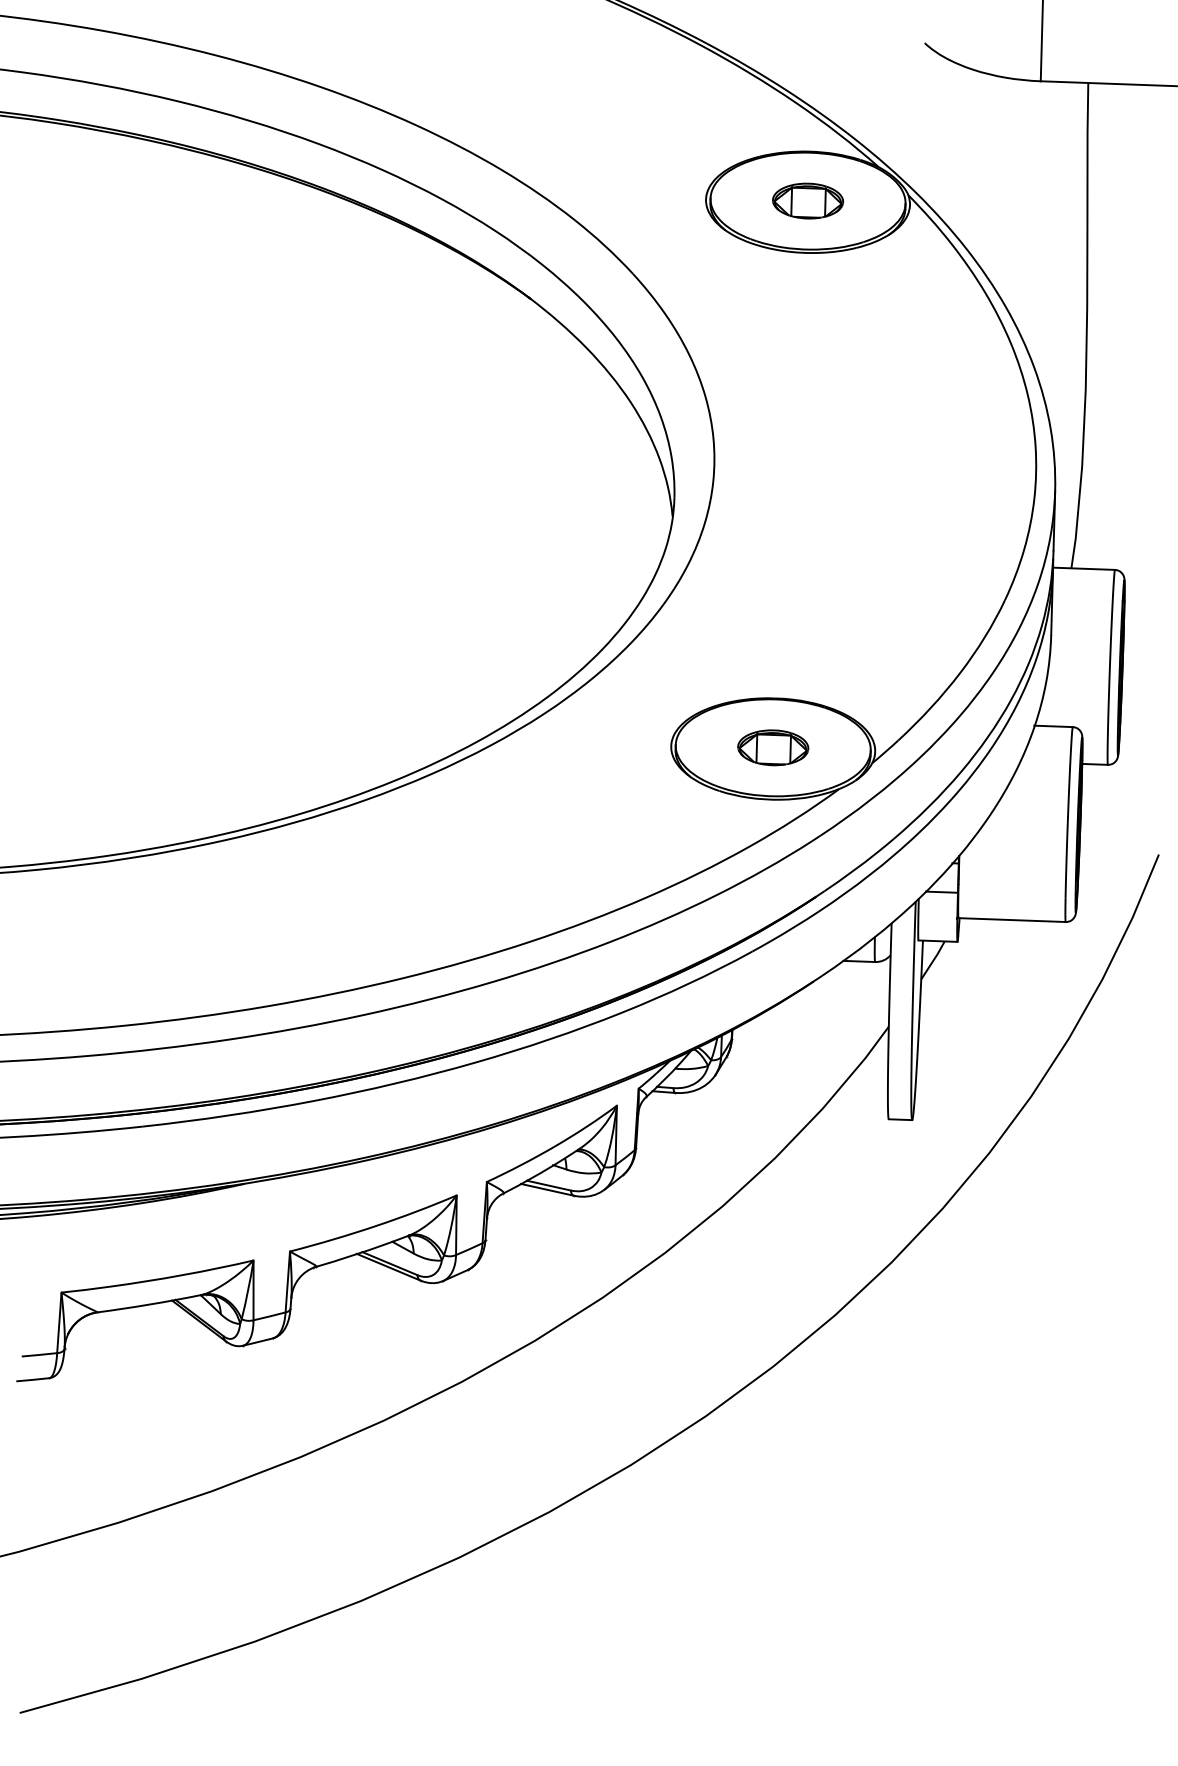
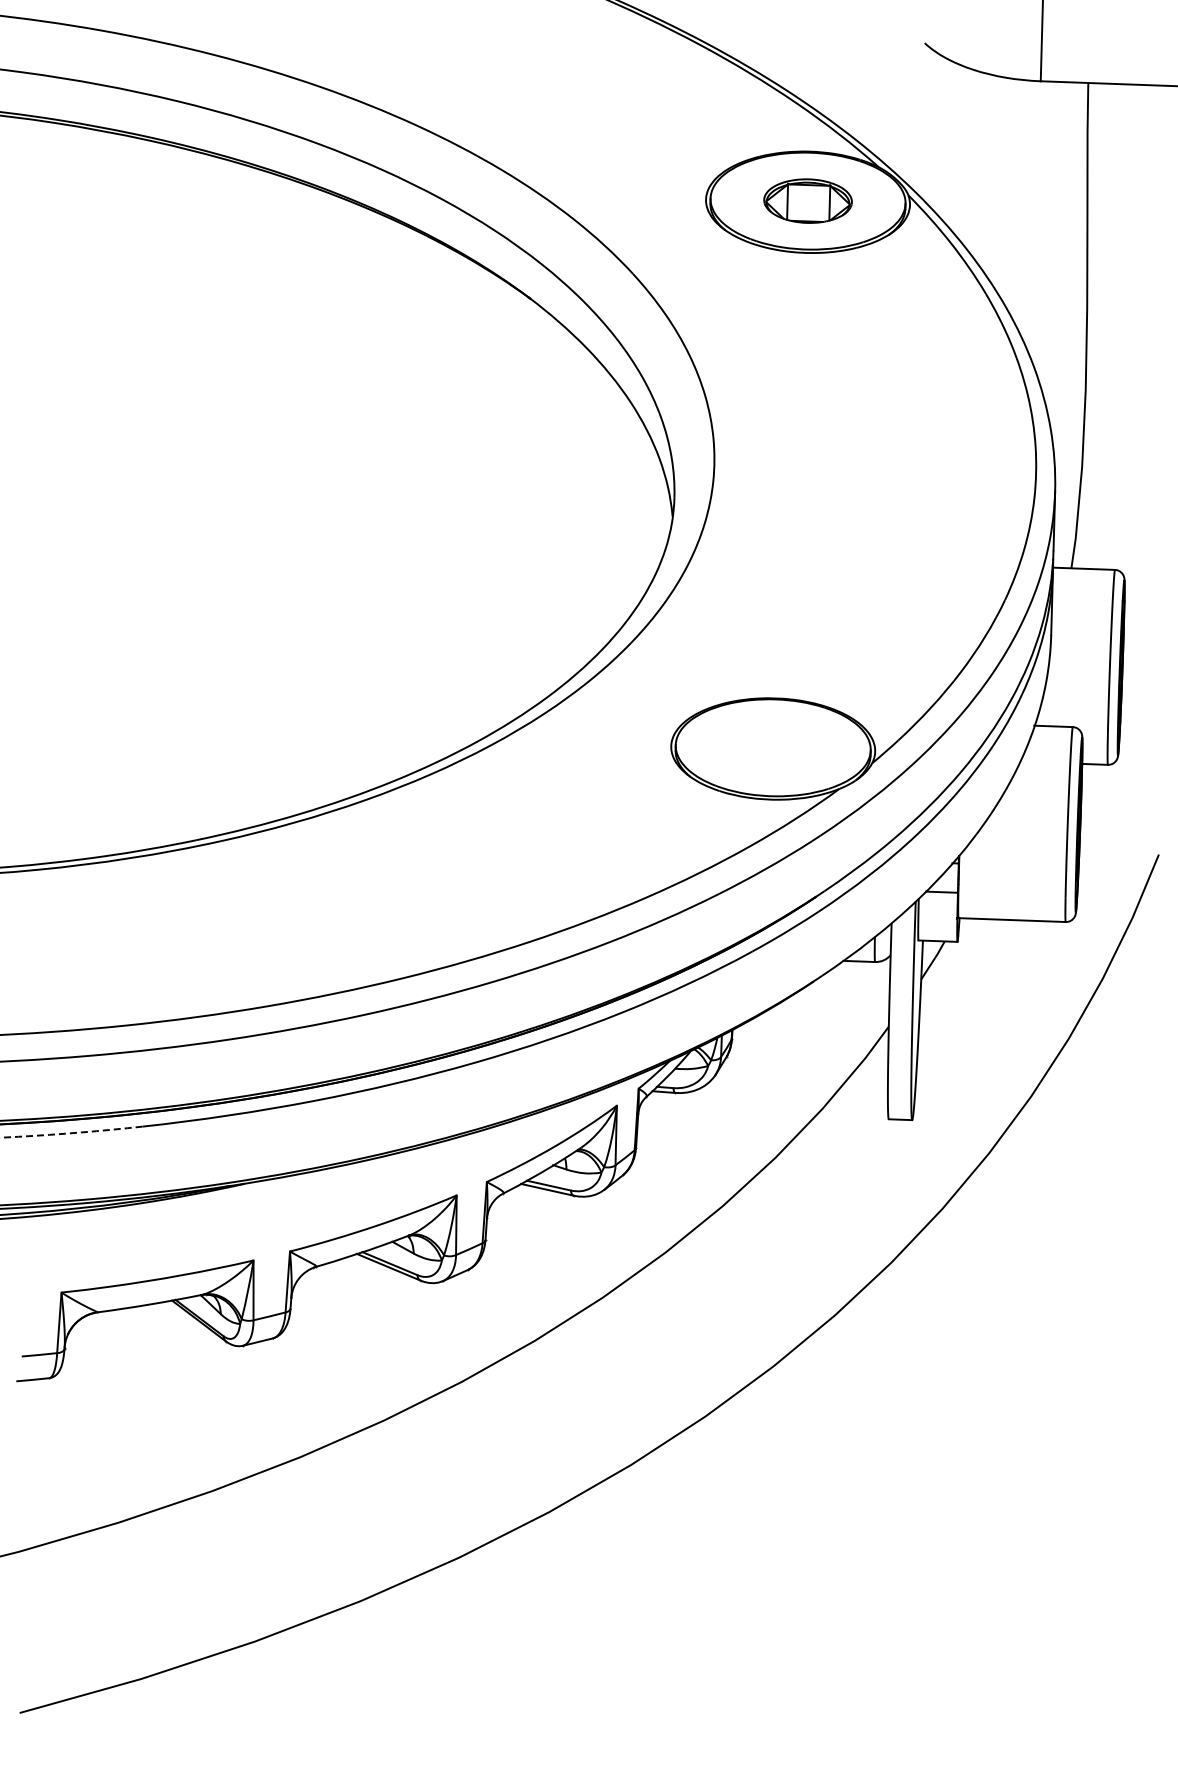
part at (807, 200) size: 72x38 px -> 90x46 px
part at (773, 747): present -> none
arc at (72, 1133): solid -> dashed
